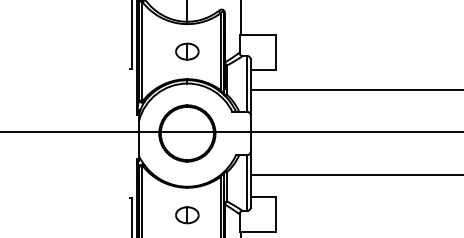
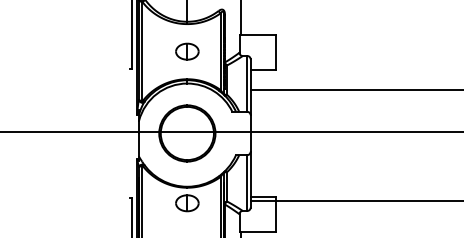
line at (355, 174) position: (355, 174) -> (355, 200)
part at (187, 215) position: (187, 215) -> (187, 203)
